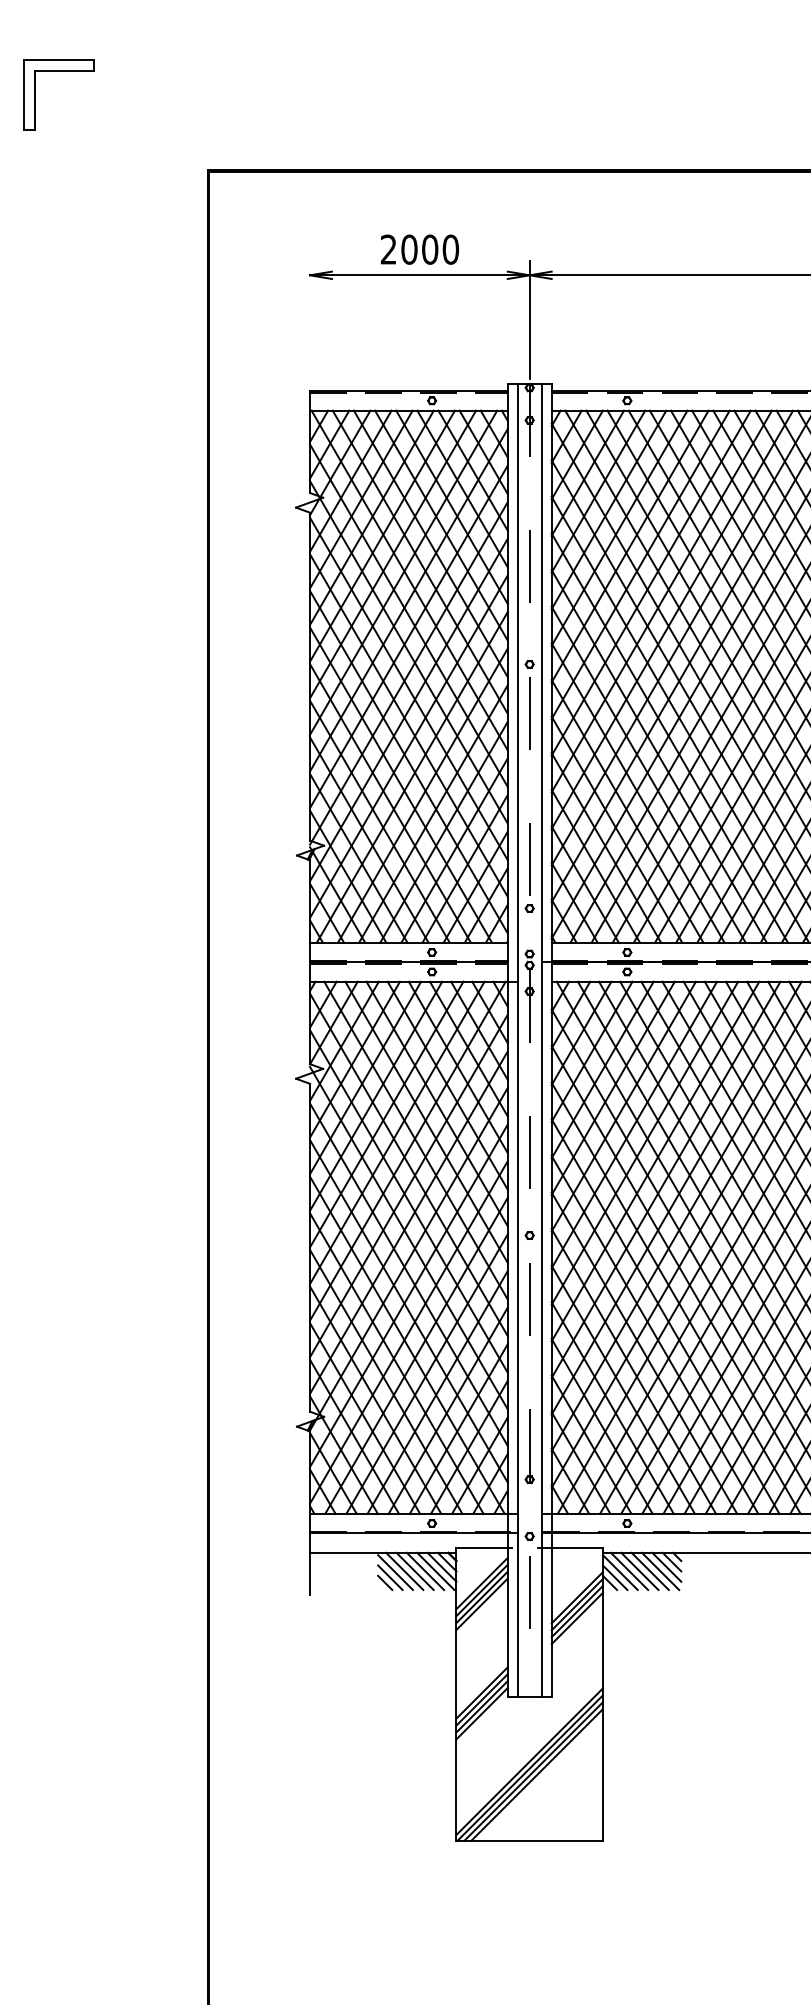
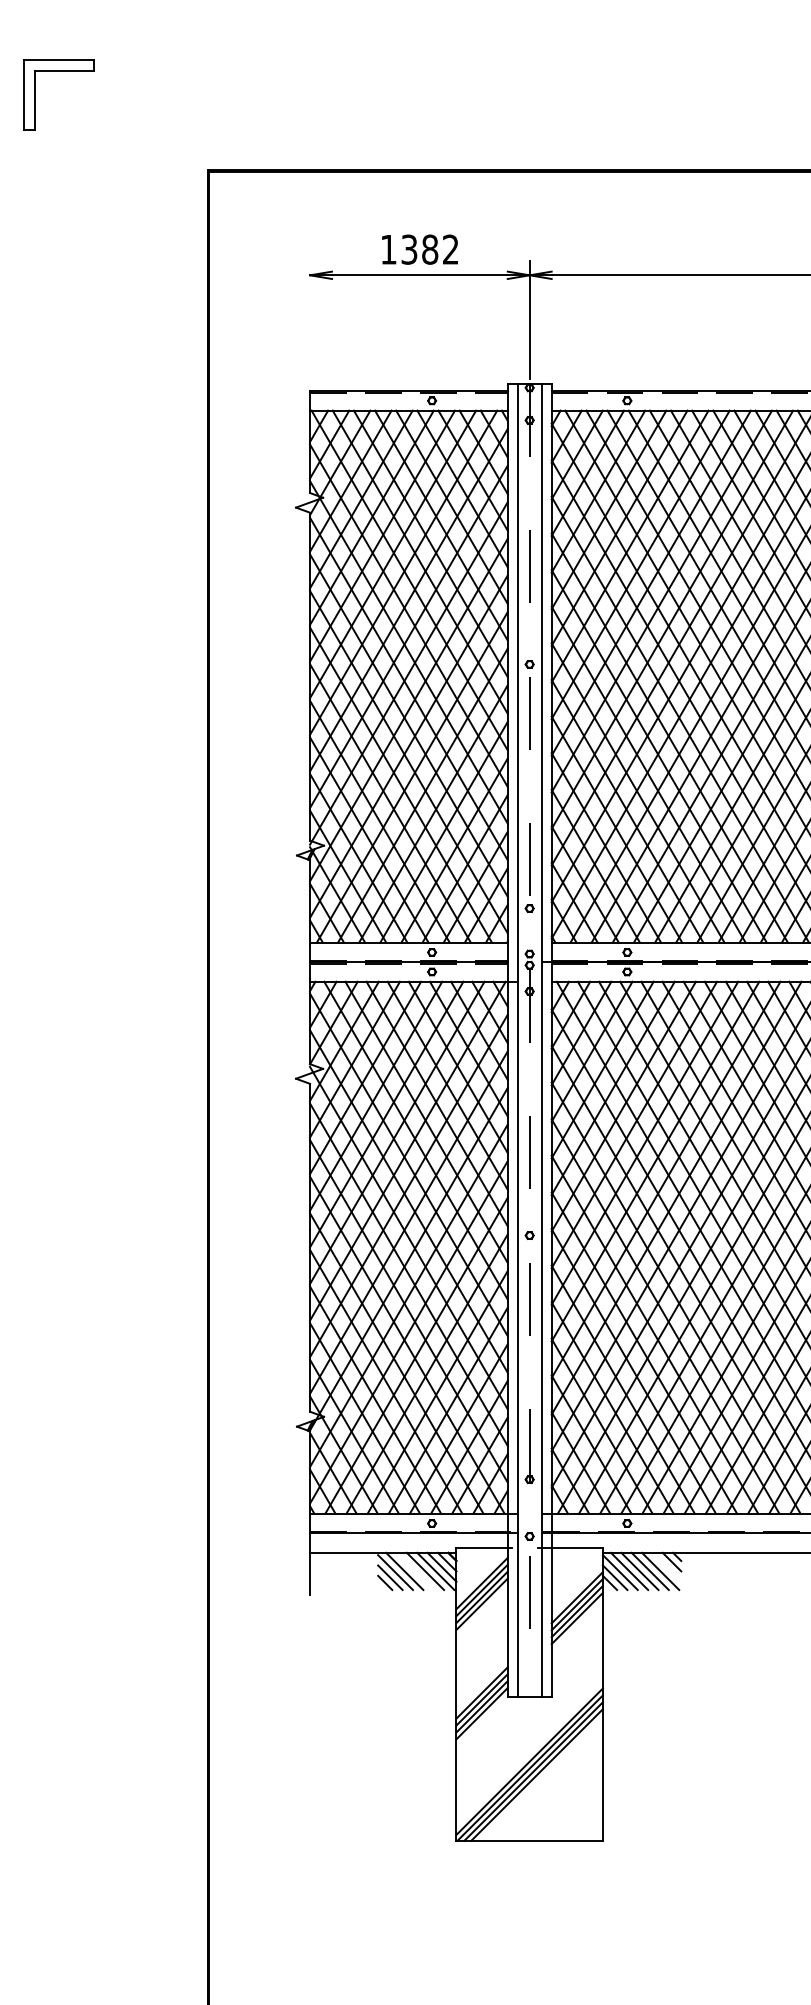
text at (419, 249): 2000 -> 1382
line at (666, 1566): present -> none
line at (414, 1571): present -> none
